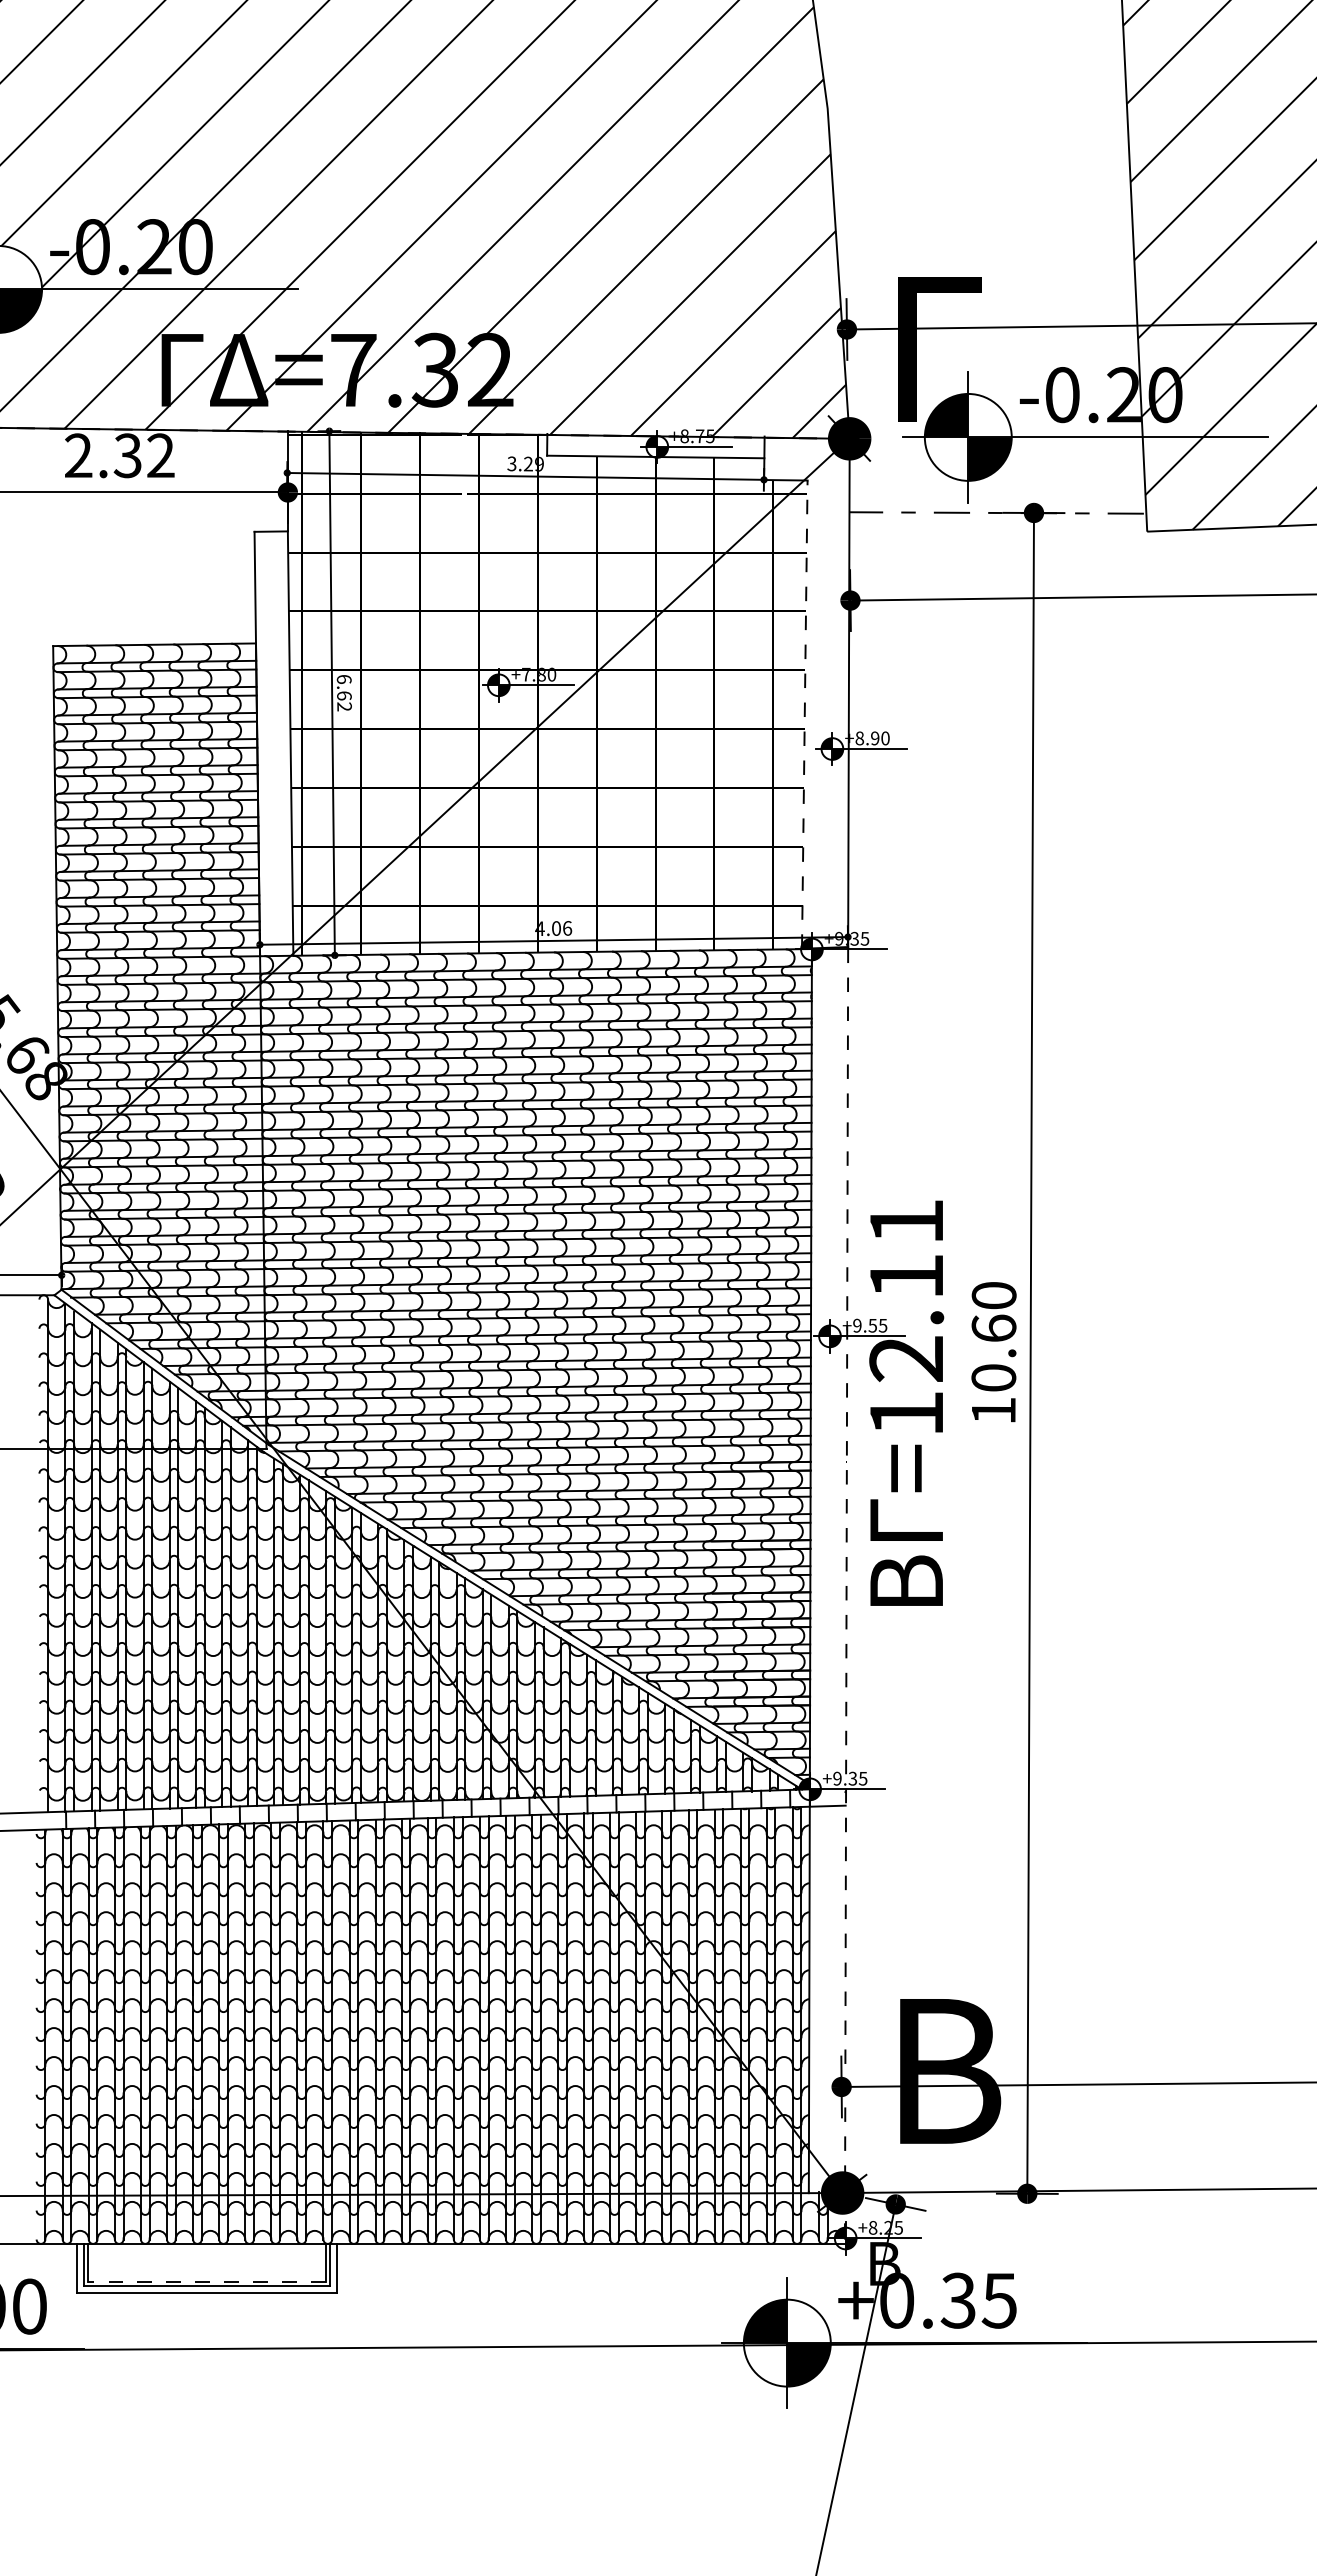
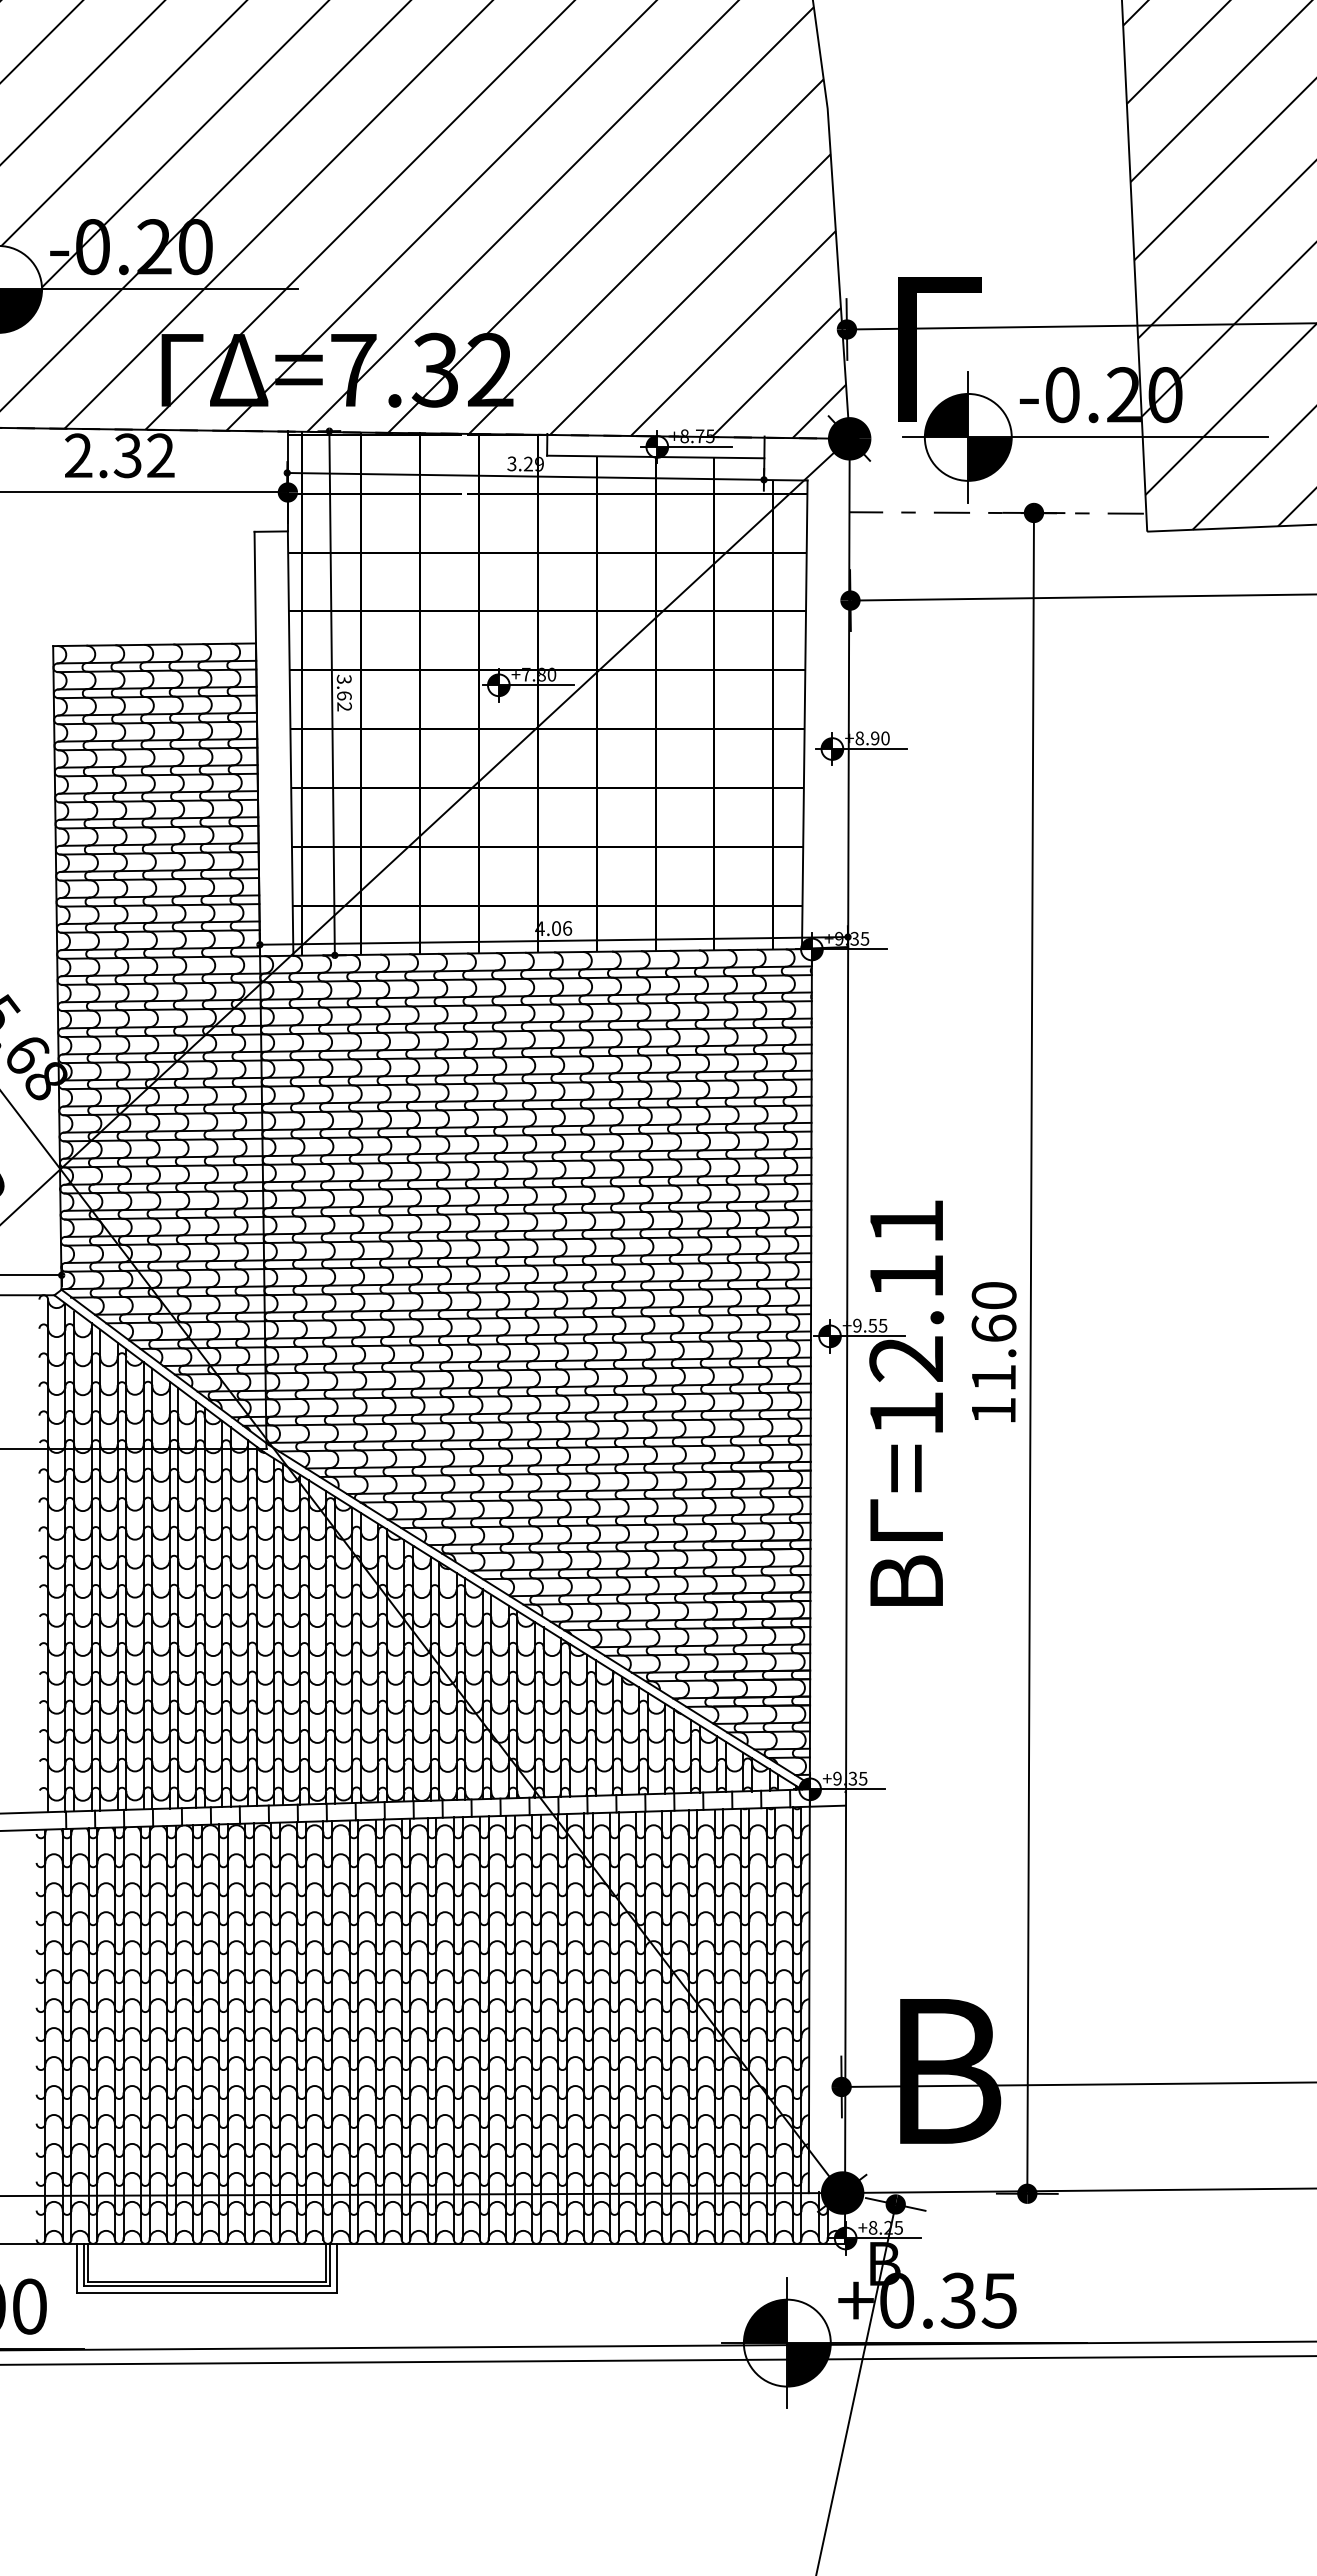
text at (343, 678): 6.62 -> 3.62
line at (804, 714): dashed -> solid
text at (993, 1377): 10.60 -> 11.60
line at (846, 1596): dashed -> solid
line at (207, 2281): dashed -> solid
line at (657, 2360): none -> present
